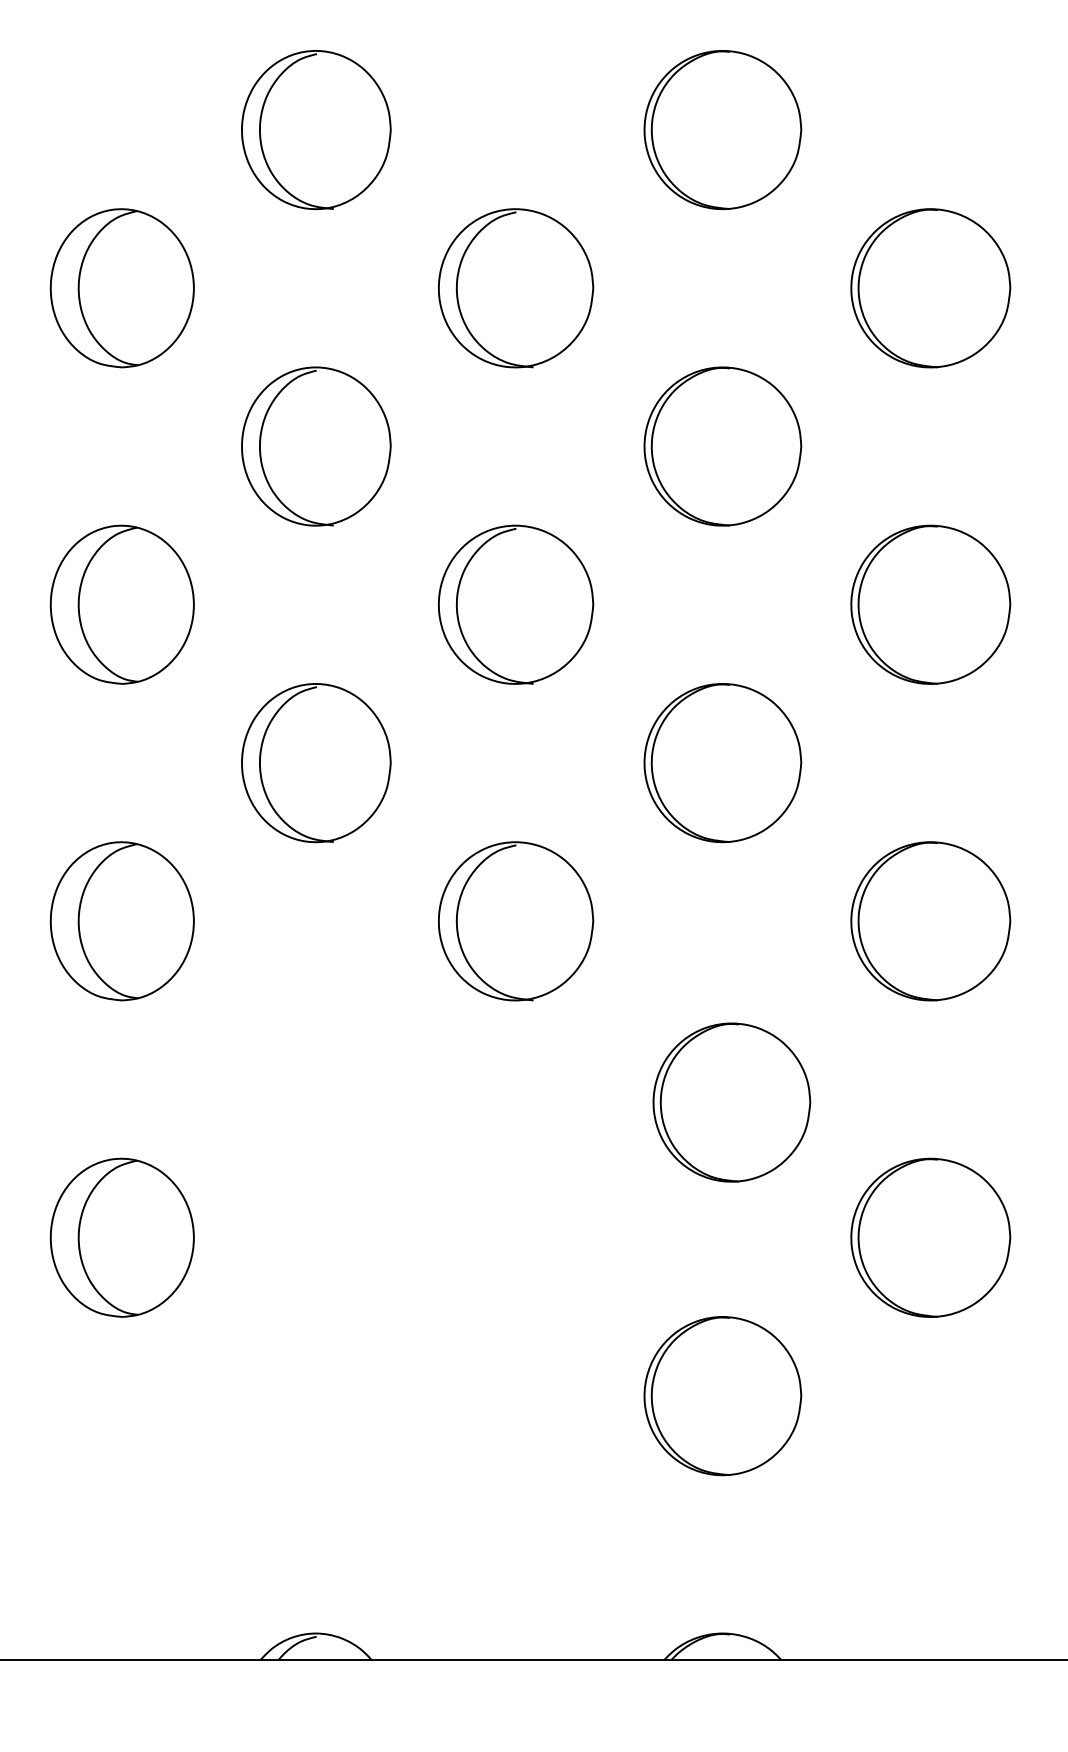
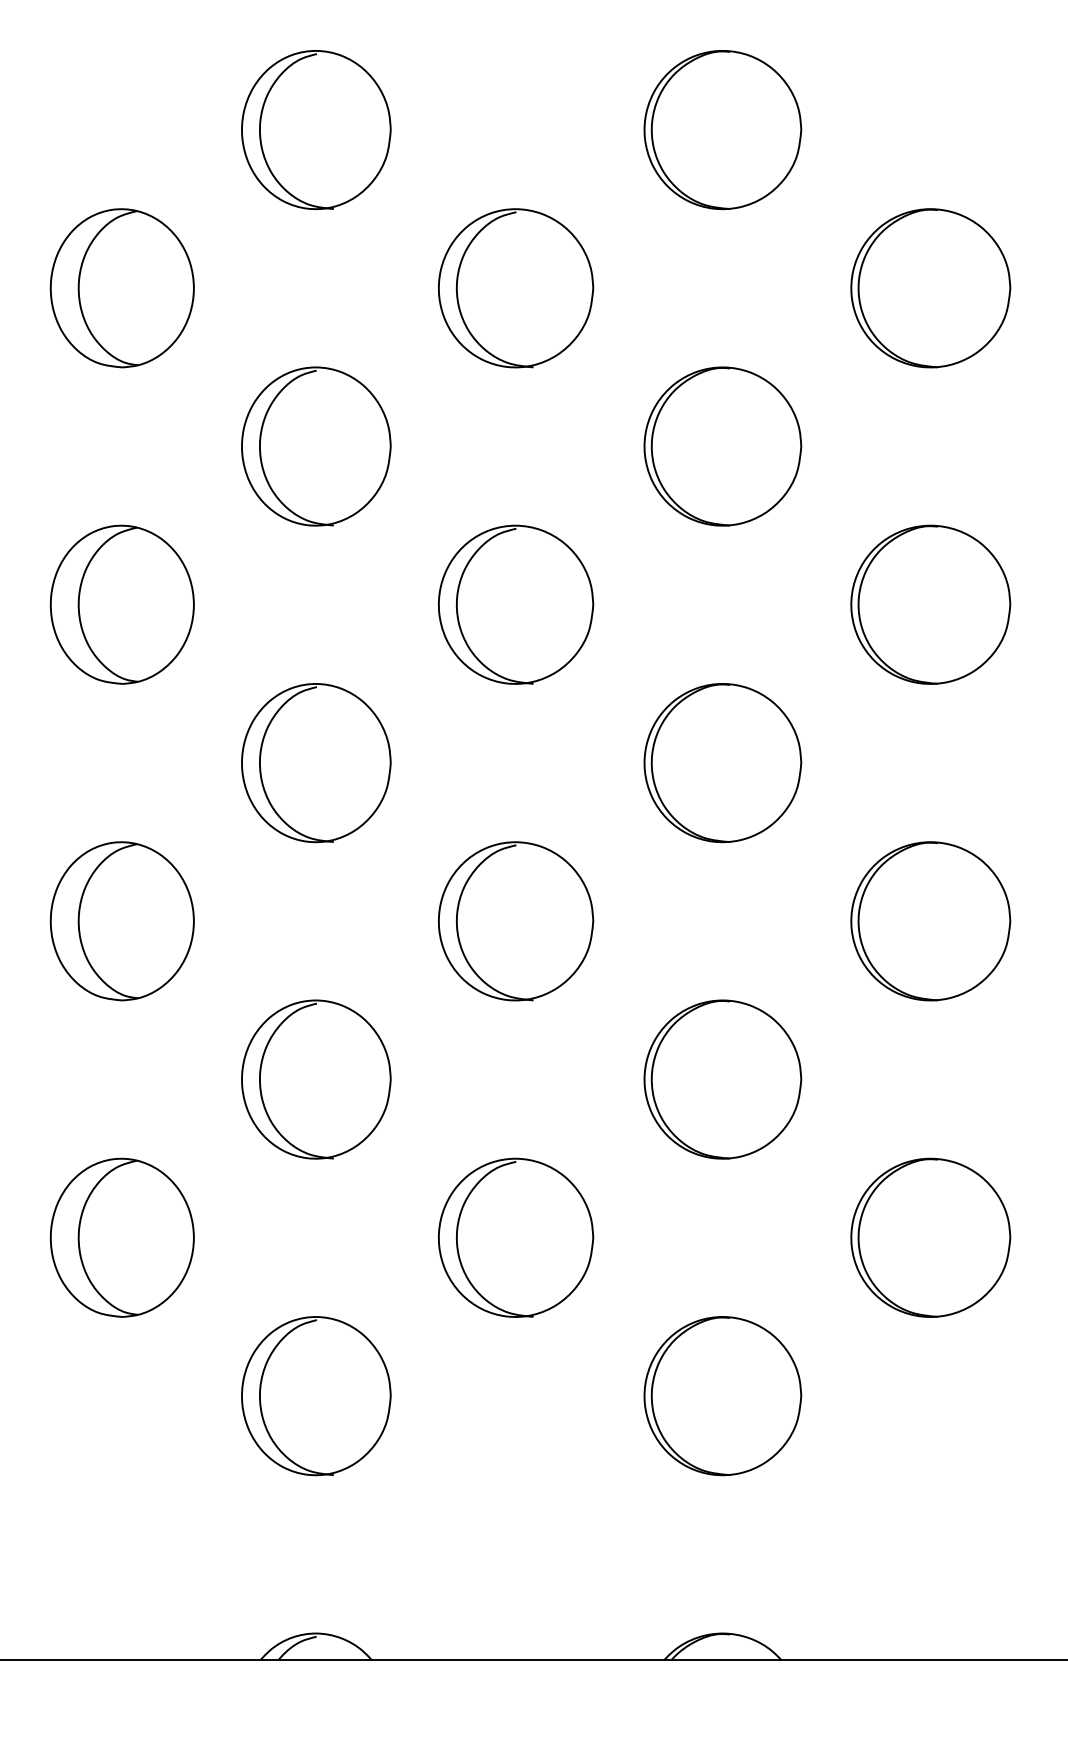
part at (316, 1079): none -> present
part at (731, 1102) position: (731, 1102) -> (722, 1079)
part at (516, 1237): none -> present
part at (316, 1396): none -> present
